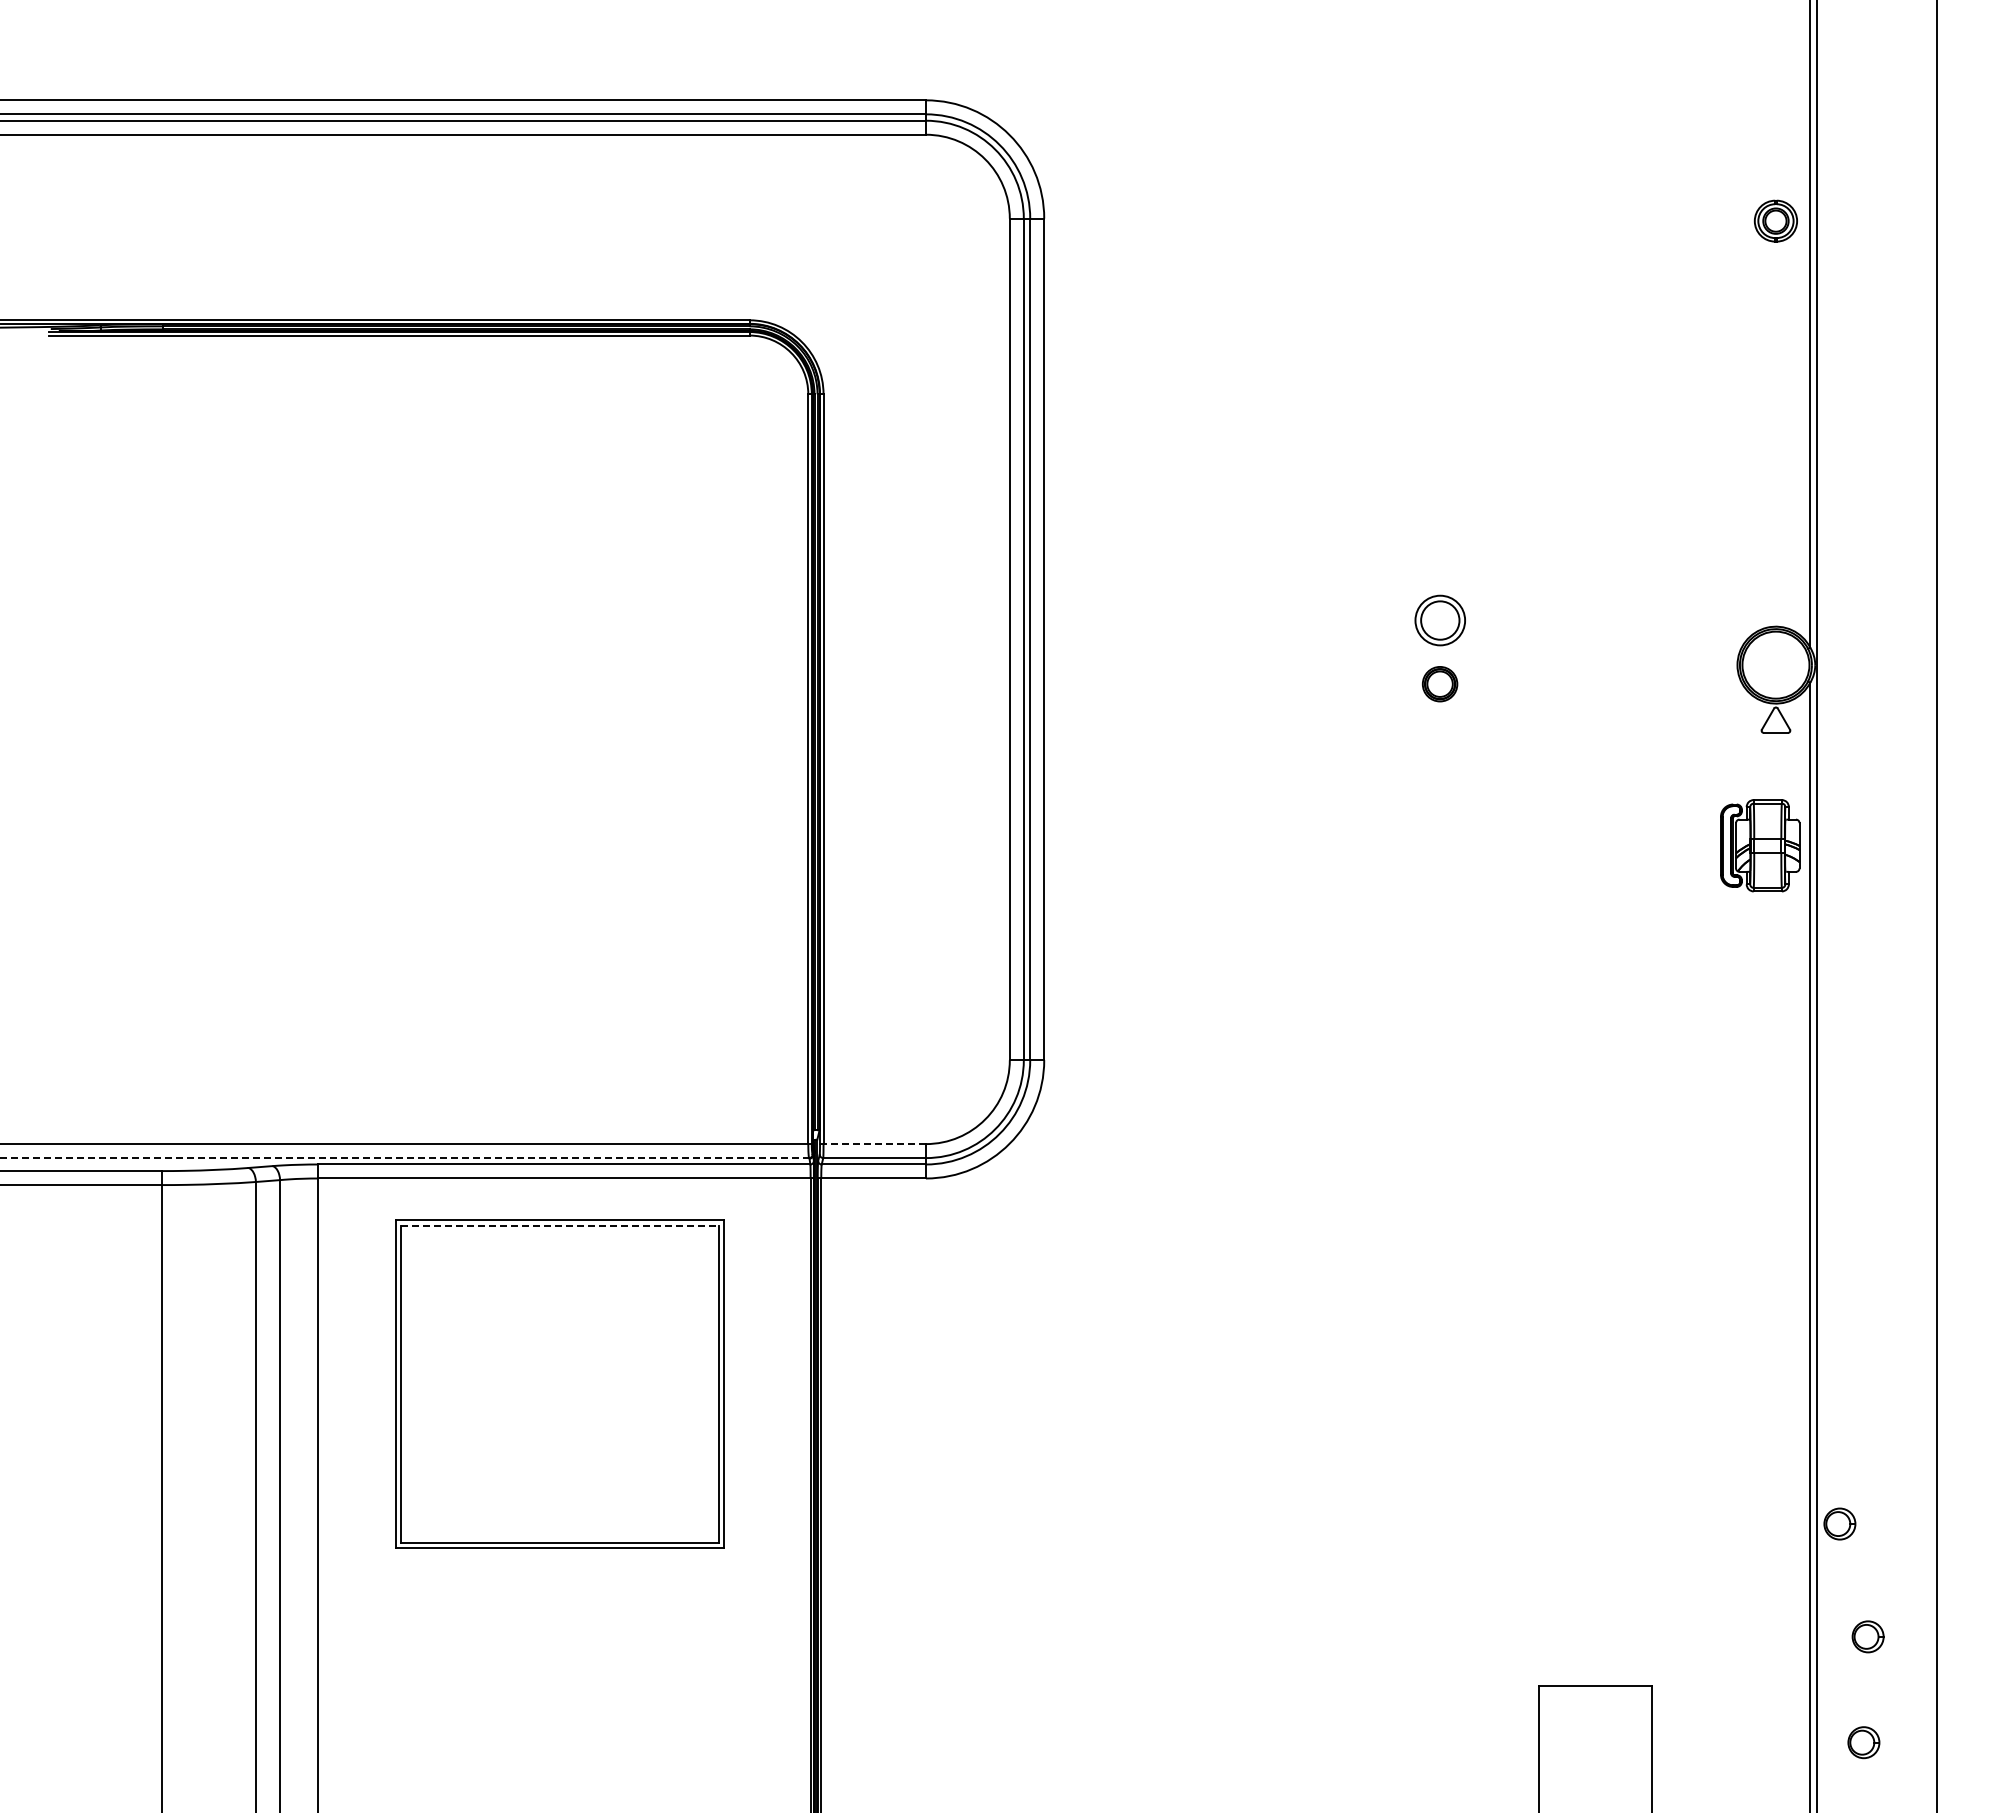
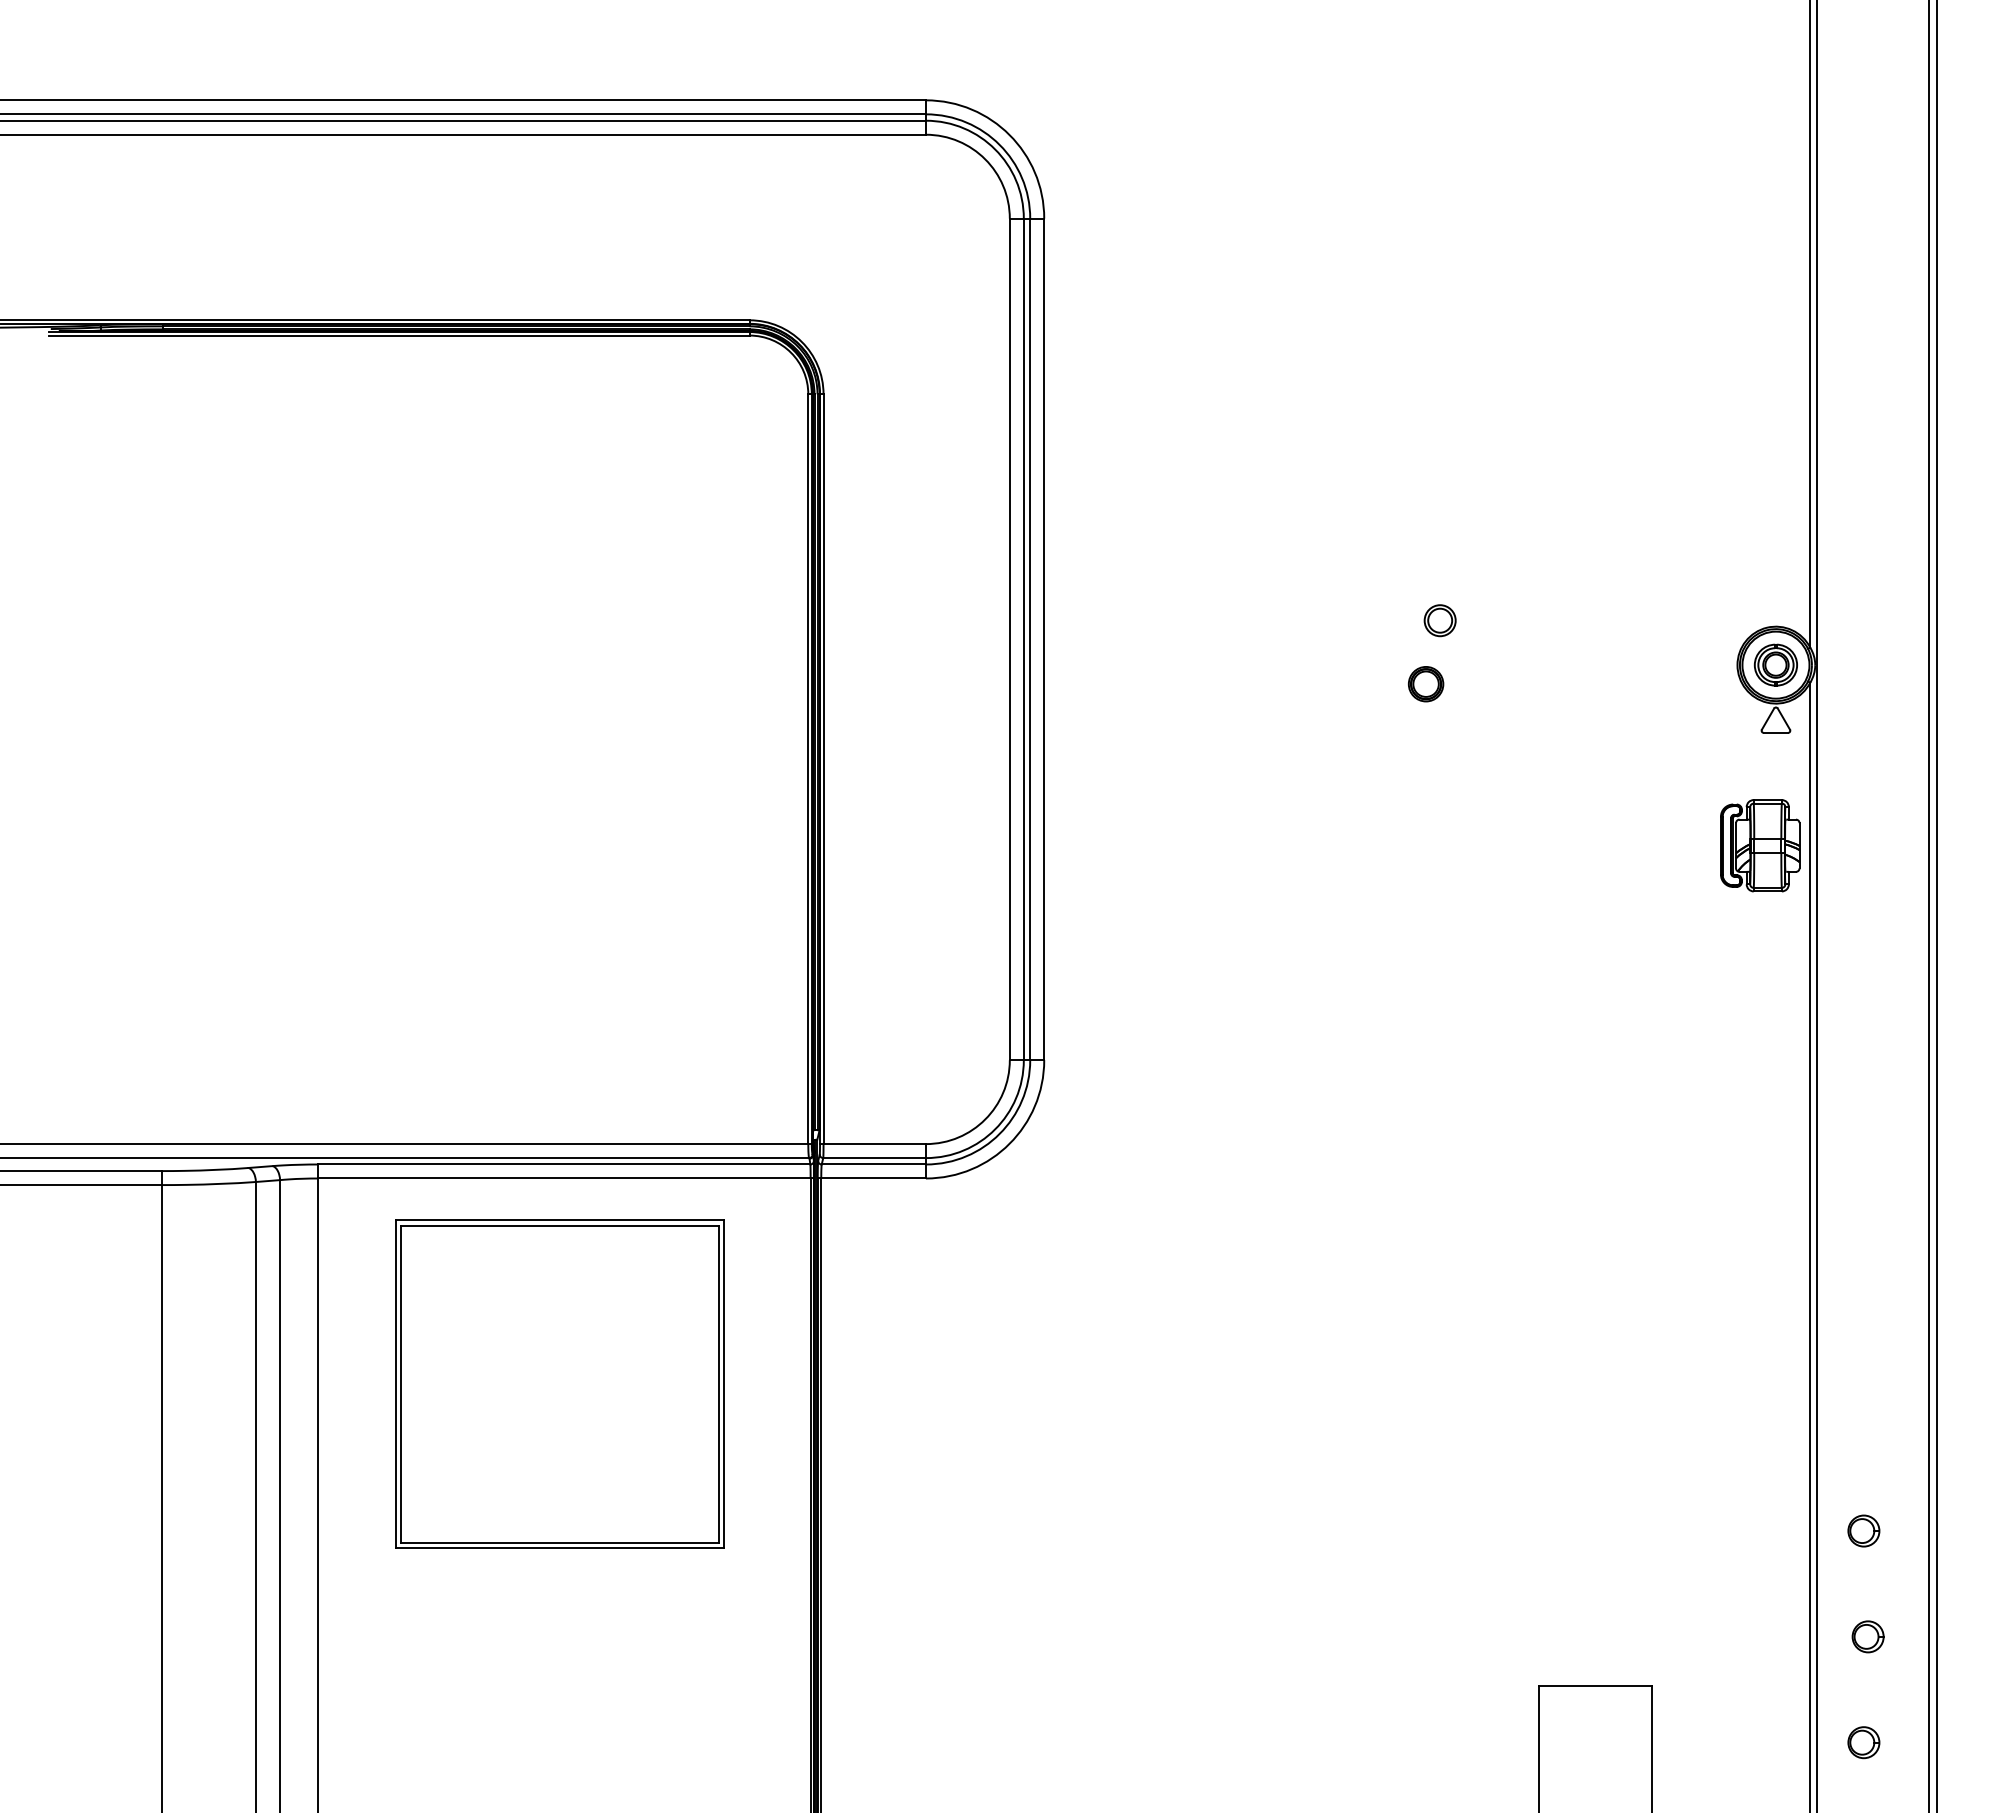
part at (1775, 220) position: (1775, 220) -> (1775, 664)
part at (1439, 620) size: 52x53 px -> 34x34 px
part at (1439, 684) position: (1439, 684) -> (1425, 684)
line at (1929, 905): none -> present
line at (872, 1144): dashed -> solid
line at (405, 1158): dashed -> solid
line at (560, 1225): dashed -> solid
part at (1839, 1523) position: (1839, 1523) -> (1863, 1530)
